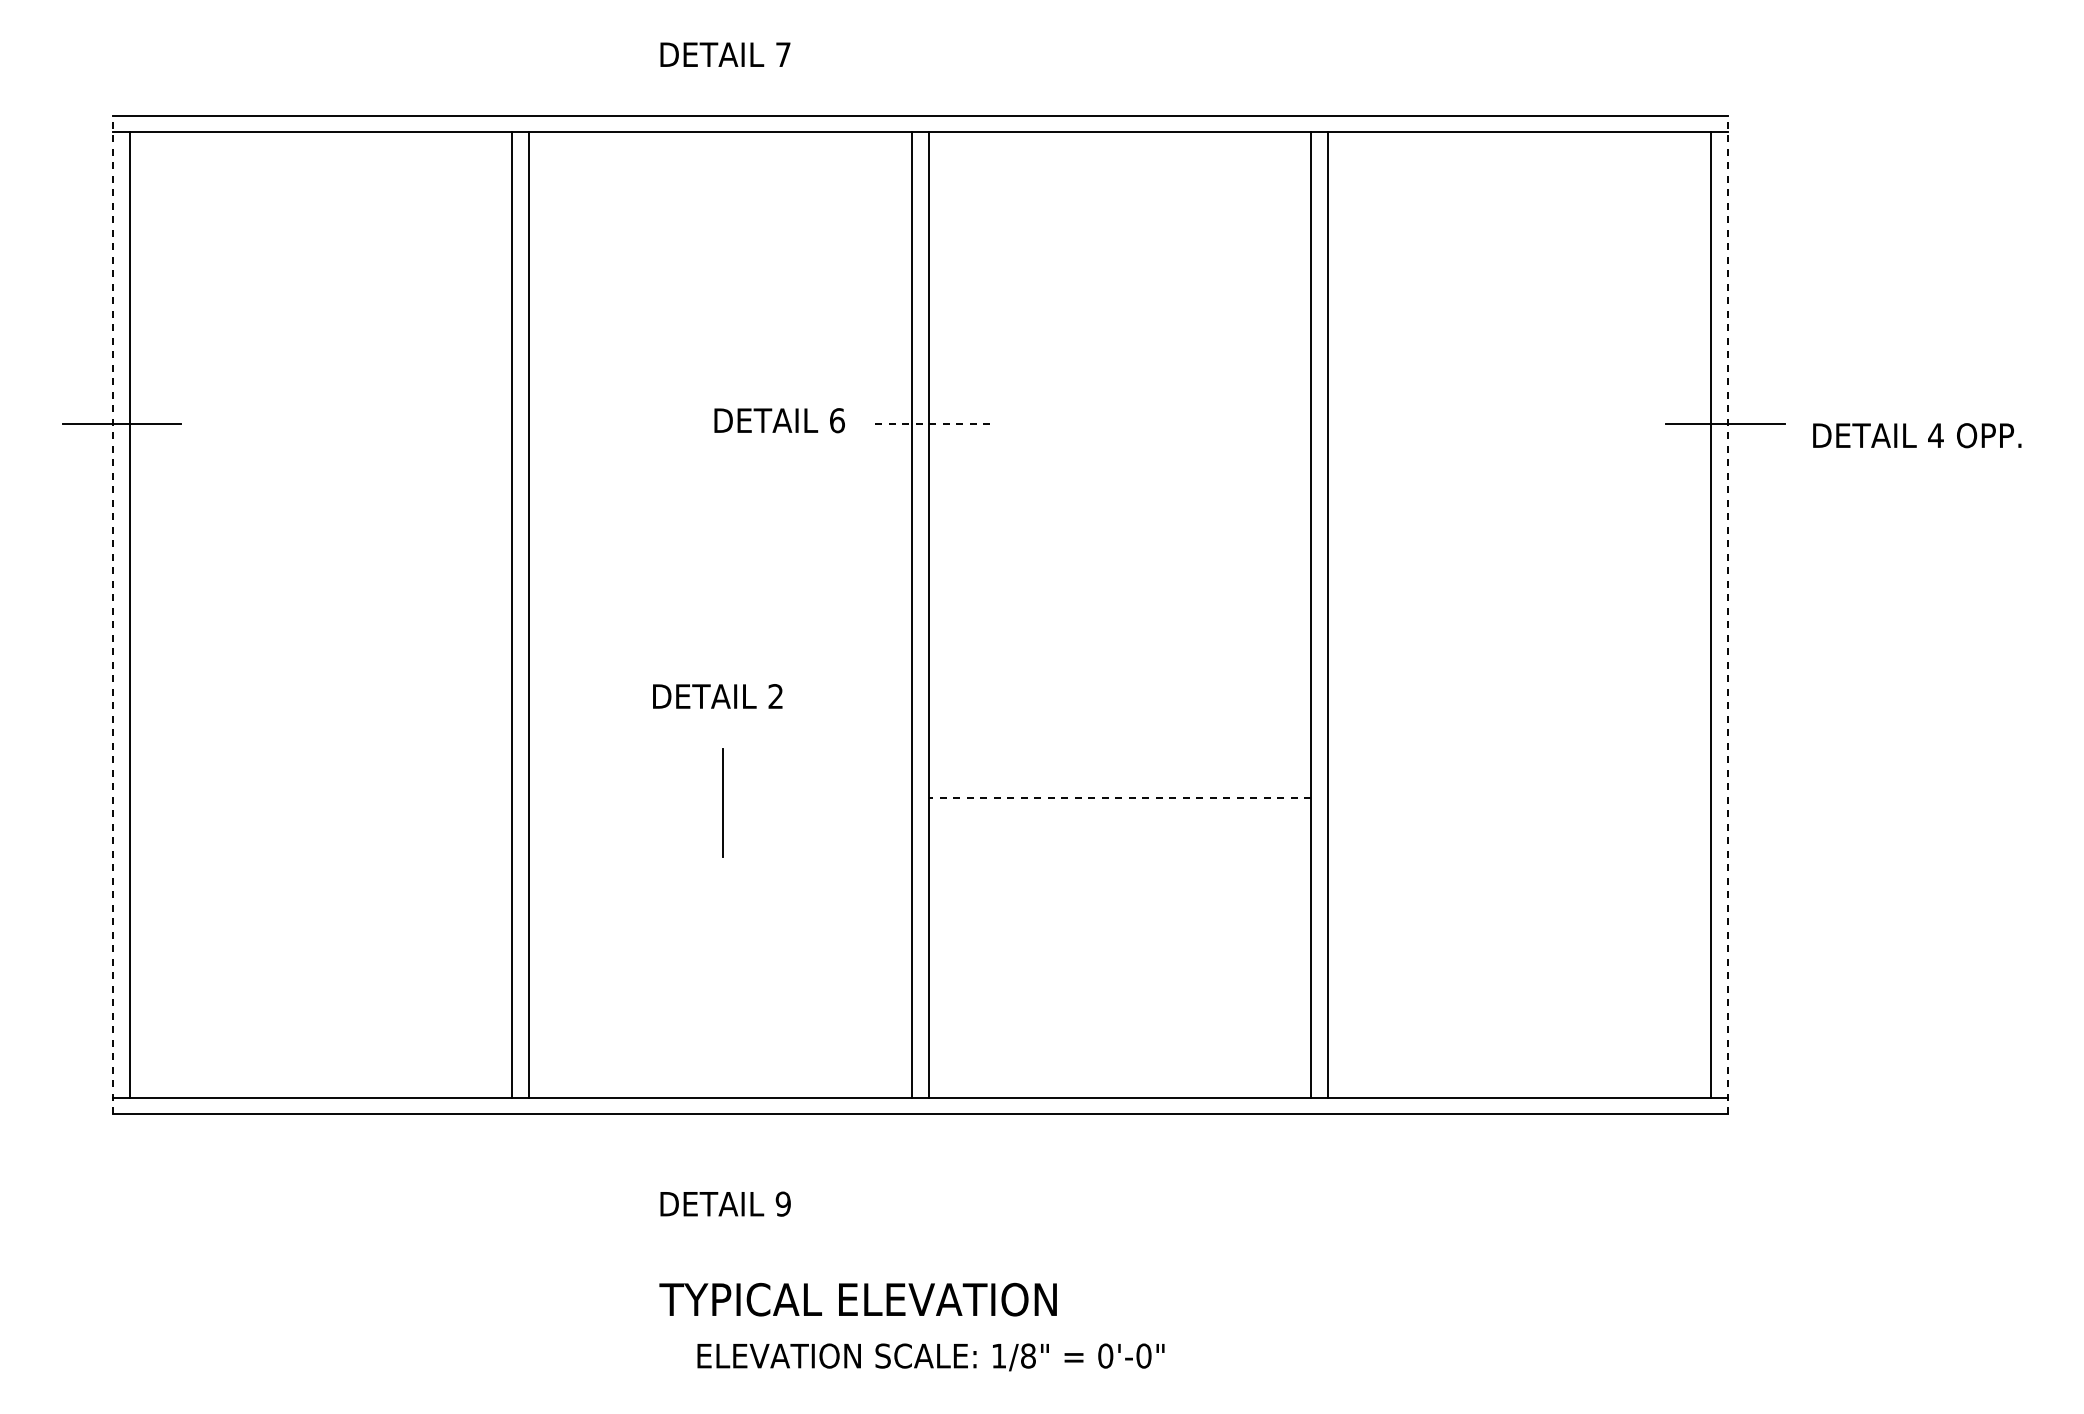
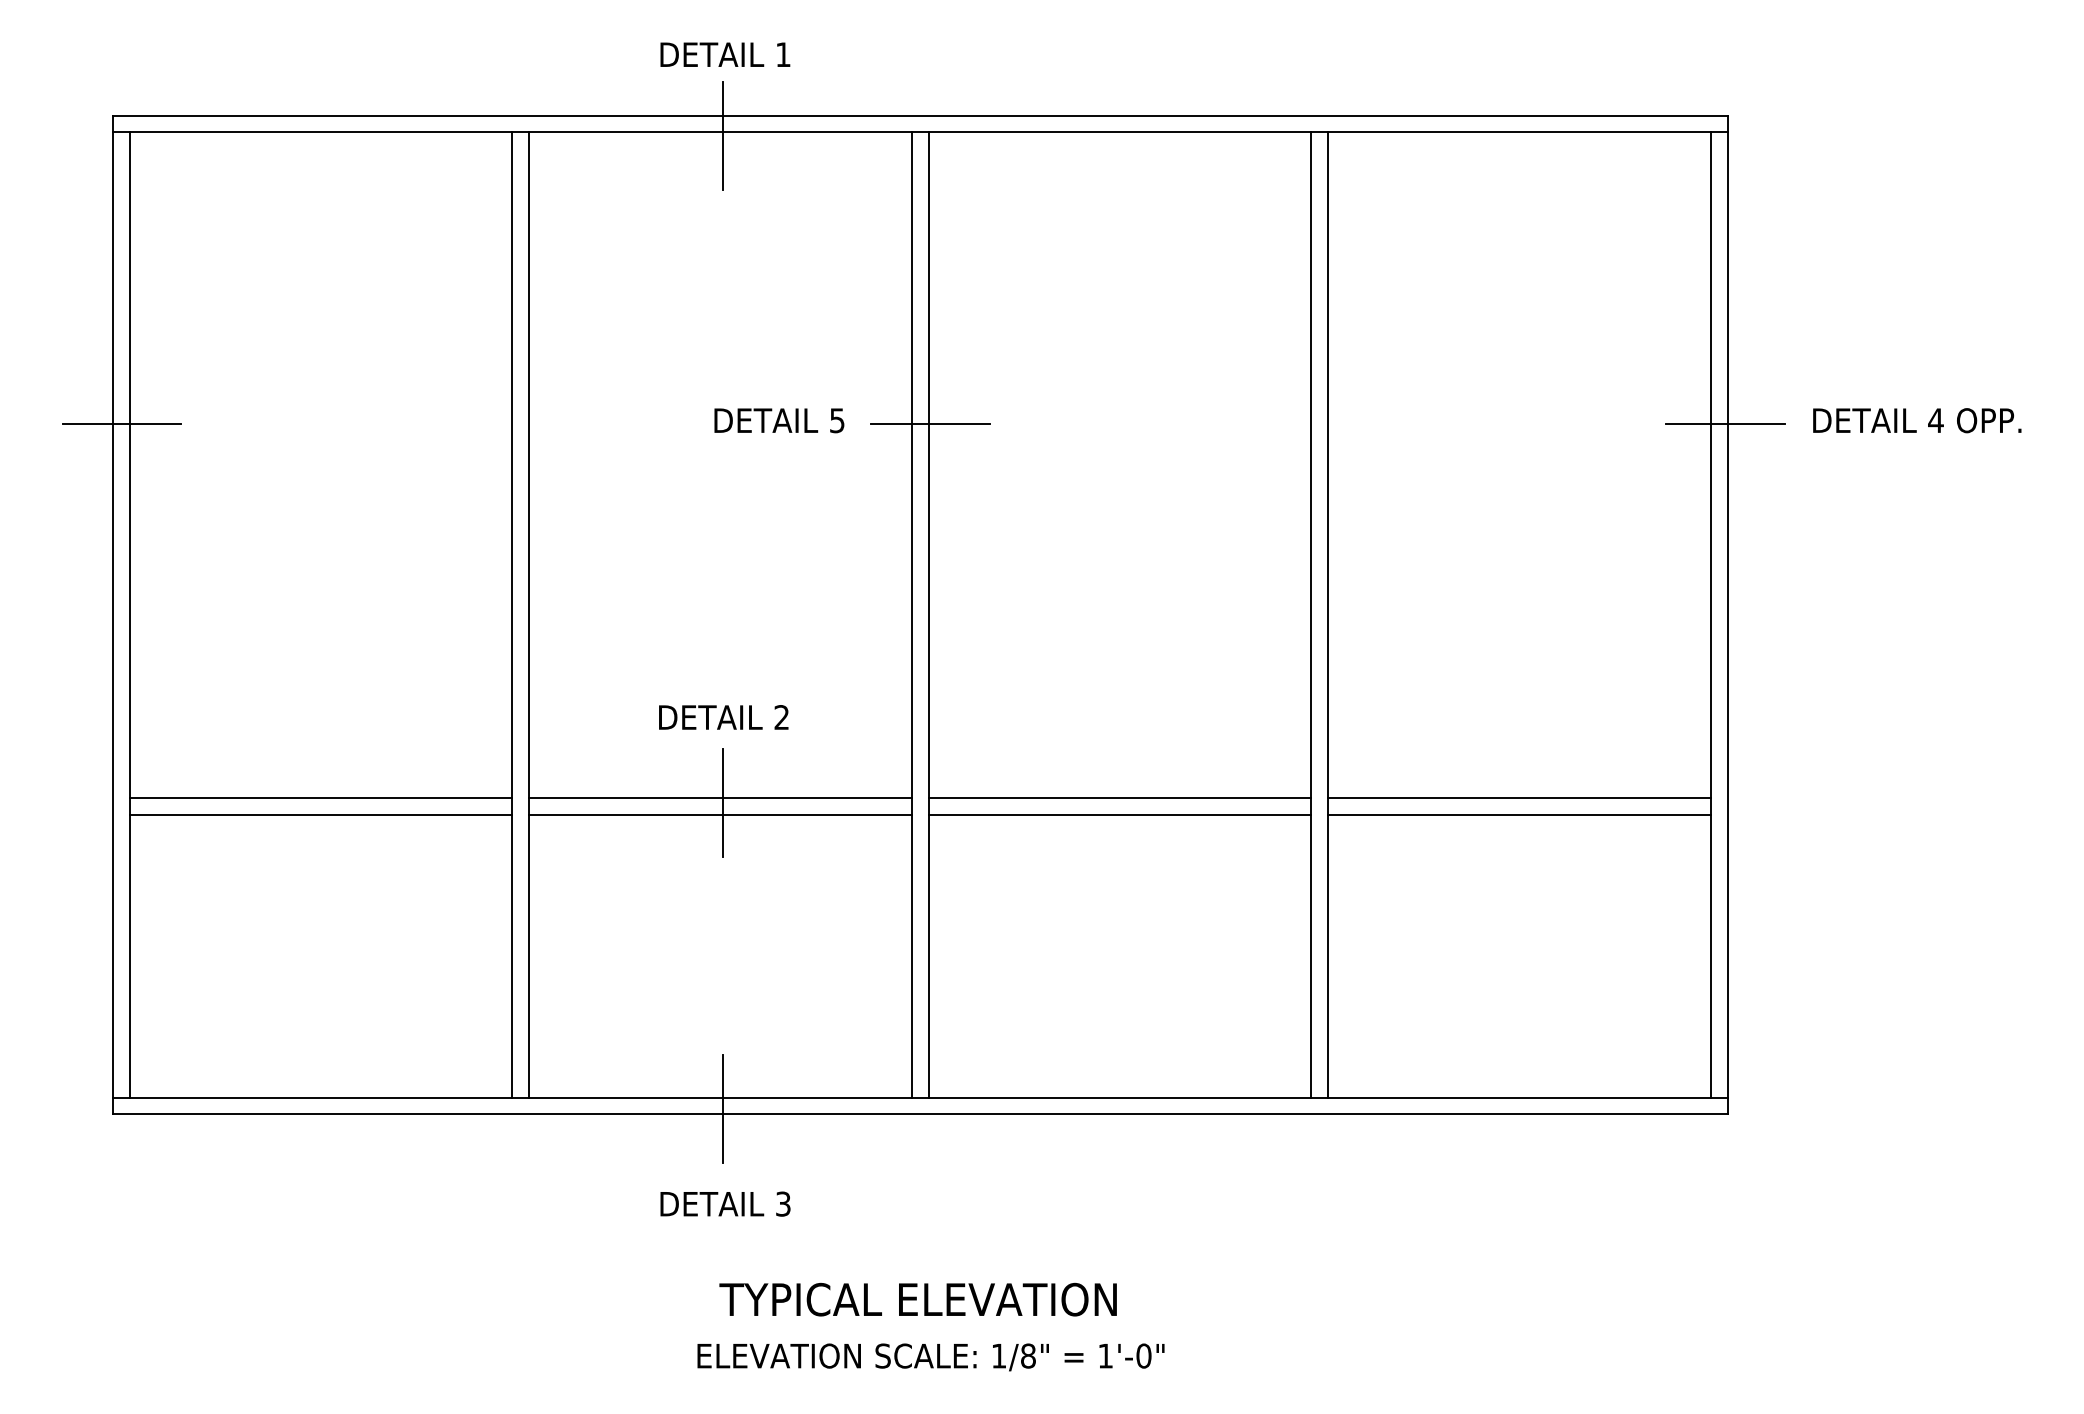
text at (783, 54): 7 -> 1
line at (722, 136): none -> present
text at (837, 420): 6 -> 5
line at (930, 424): dashed -> solid
text at (1917, 435) position: (1917, 435) -> (1917, 420)
line at (113, 614): dashed -> solid
line at (1727, 614): dashed -> solid
text at (717, 696) position: (717, 696) -> (723, 717)
line at (320, 798): none -> present
line at (720, 798): none -> present
line at (1119, 798): dashed -> solid
line at (1519, 798): none -> present
line at (320, 814): none -> present
line at (720, 814): none -> present
line at (1119, 814): none -> present
line at (1519, 814): none -> present
line at (722, 1109): none -> present
text at (782, 1203): 9 -> 3
text at (857, 1299) position: (857, 1299) -> (917, 1299)
text at (1105, 1355): 0'-0" -> 1'-0"
